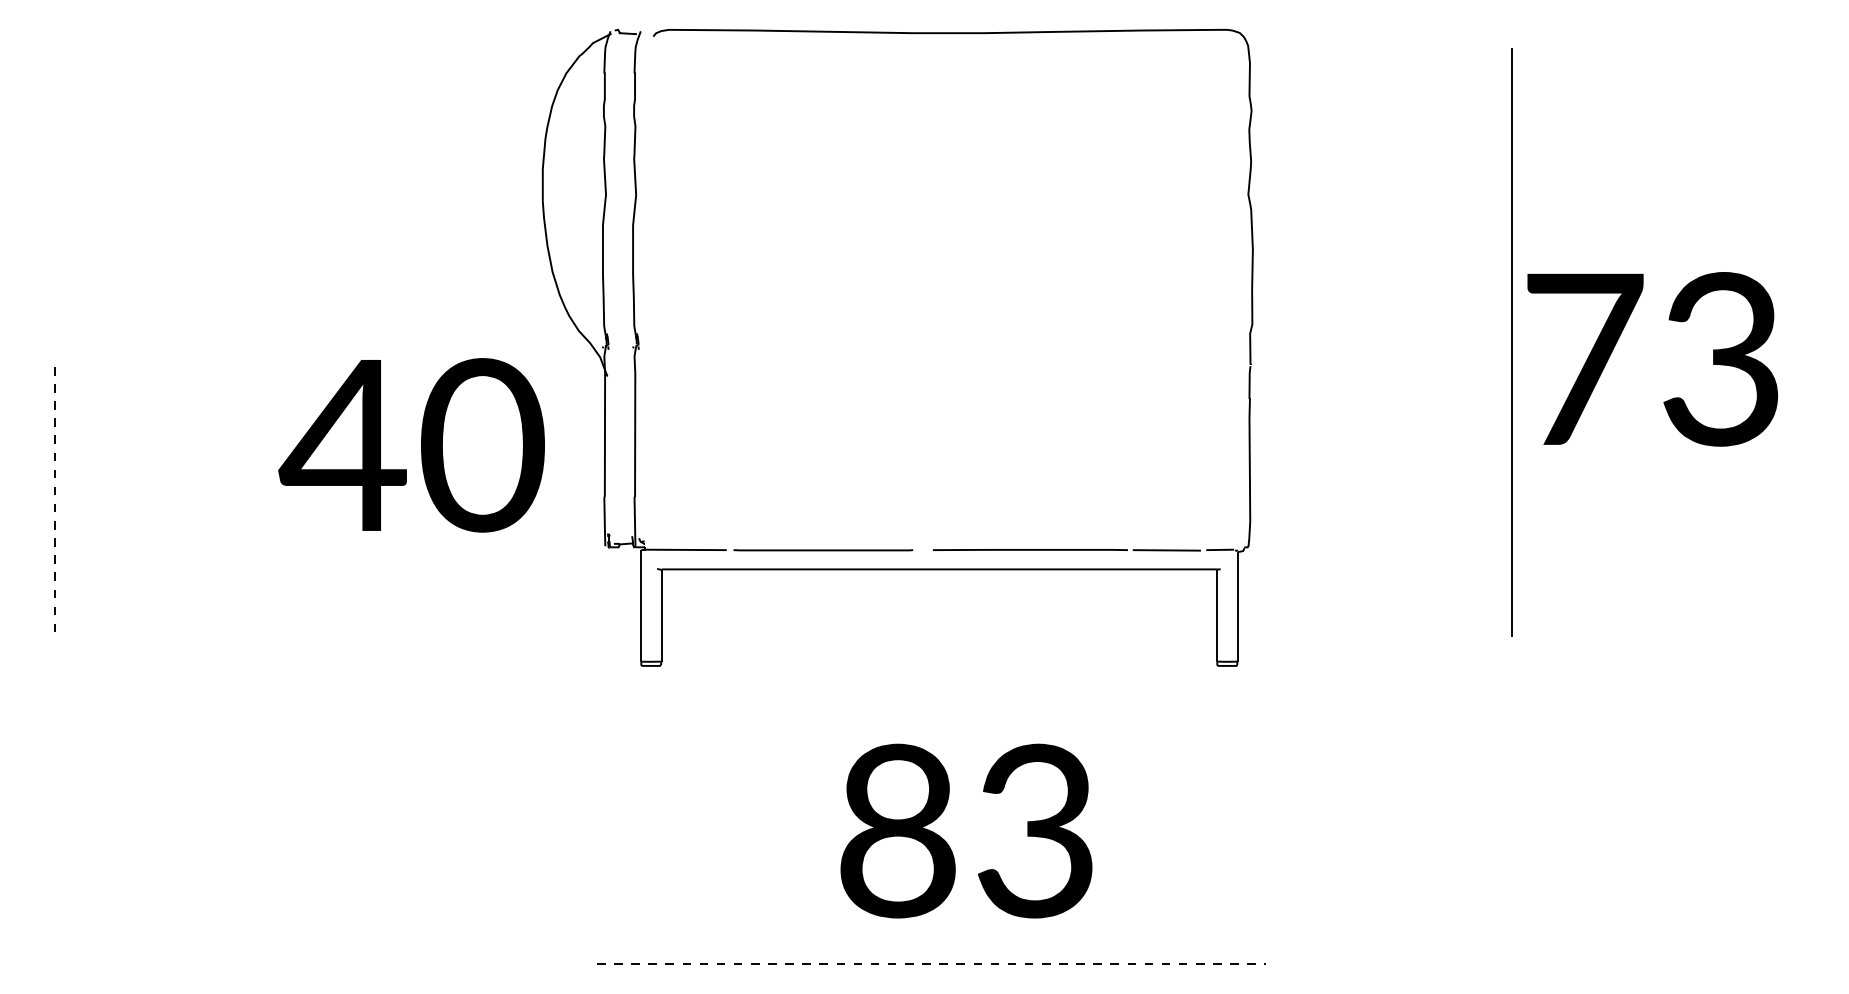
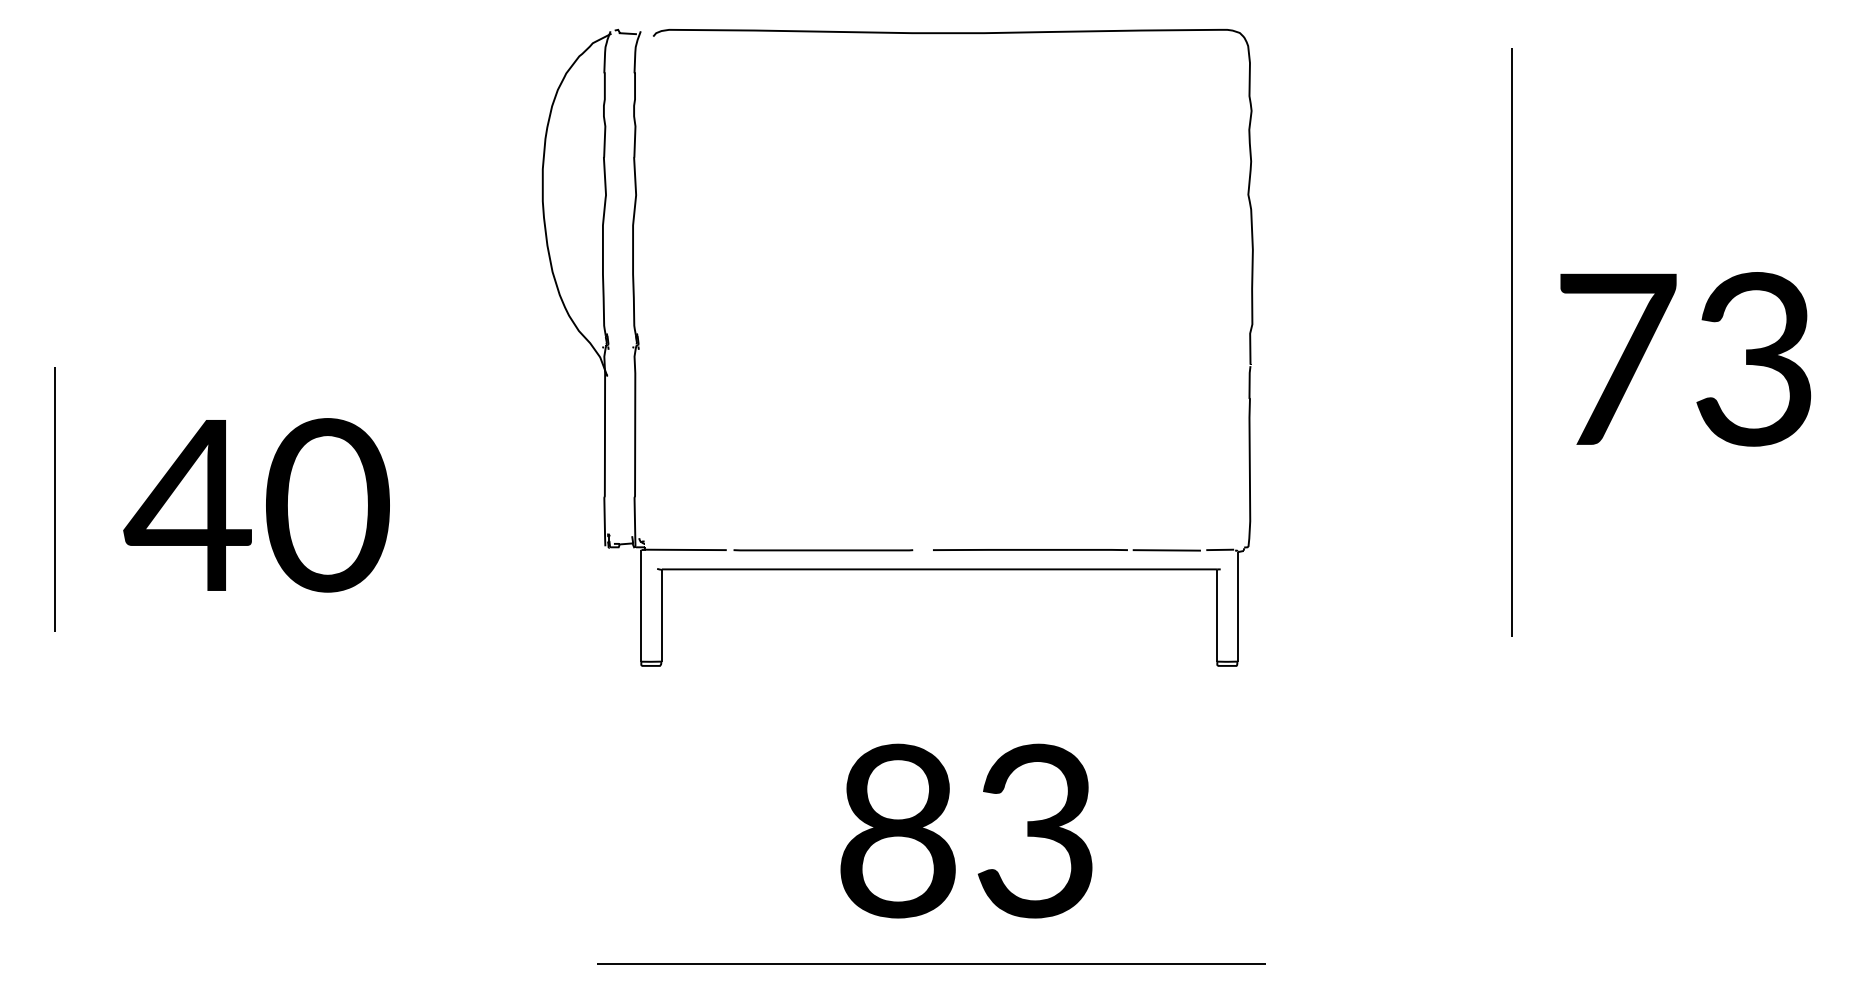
text at (1652, 359) position: (1652, 359) -> (1685, 359)
text at (411, 445) position: (411, 445) -> (256, 505)
line at (55, 499): dashed -> solid
line at (931, 964): dashed -> solid
